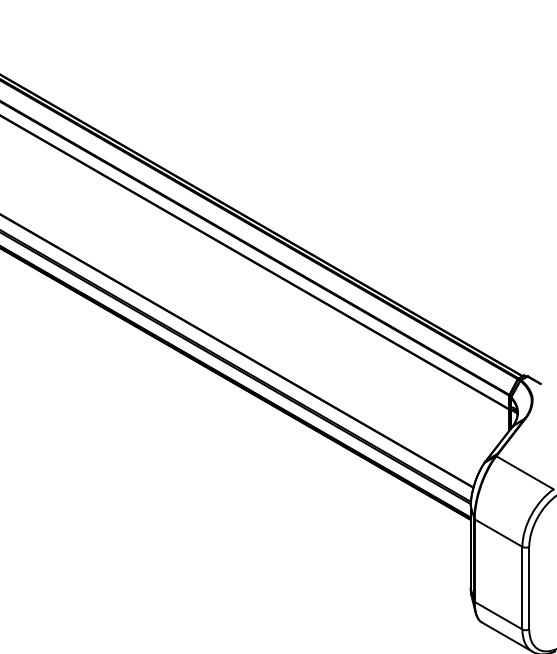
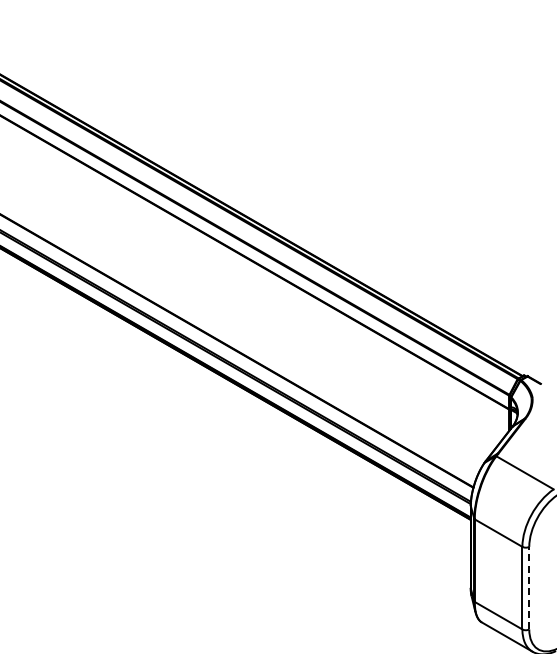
line at (529, 587): solid -> dashed
